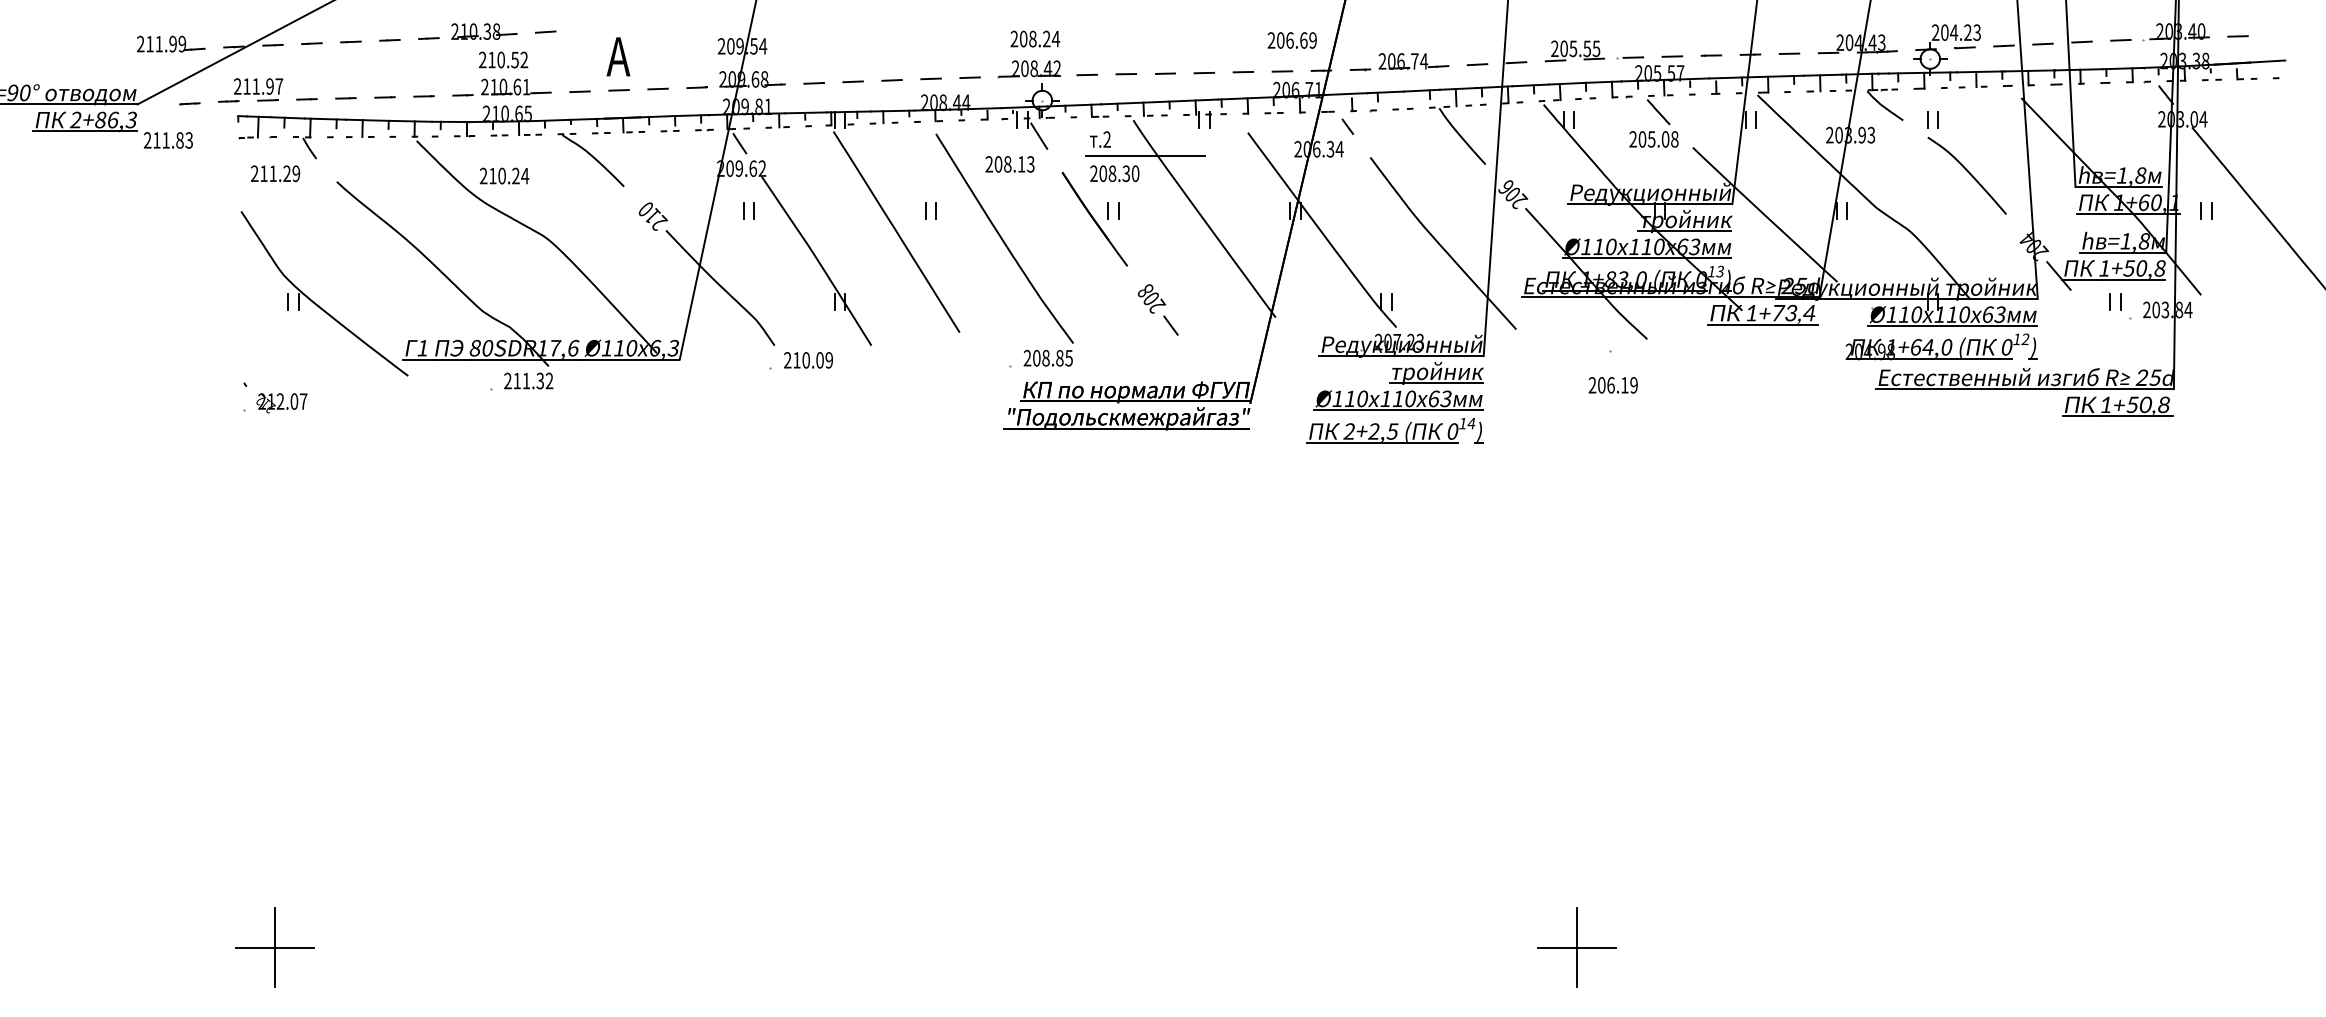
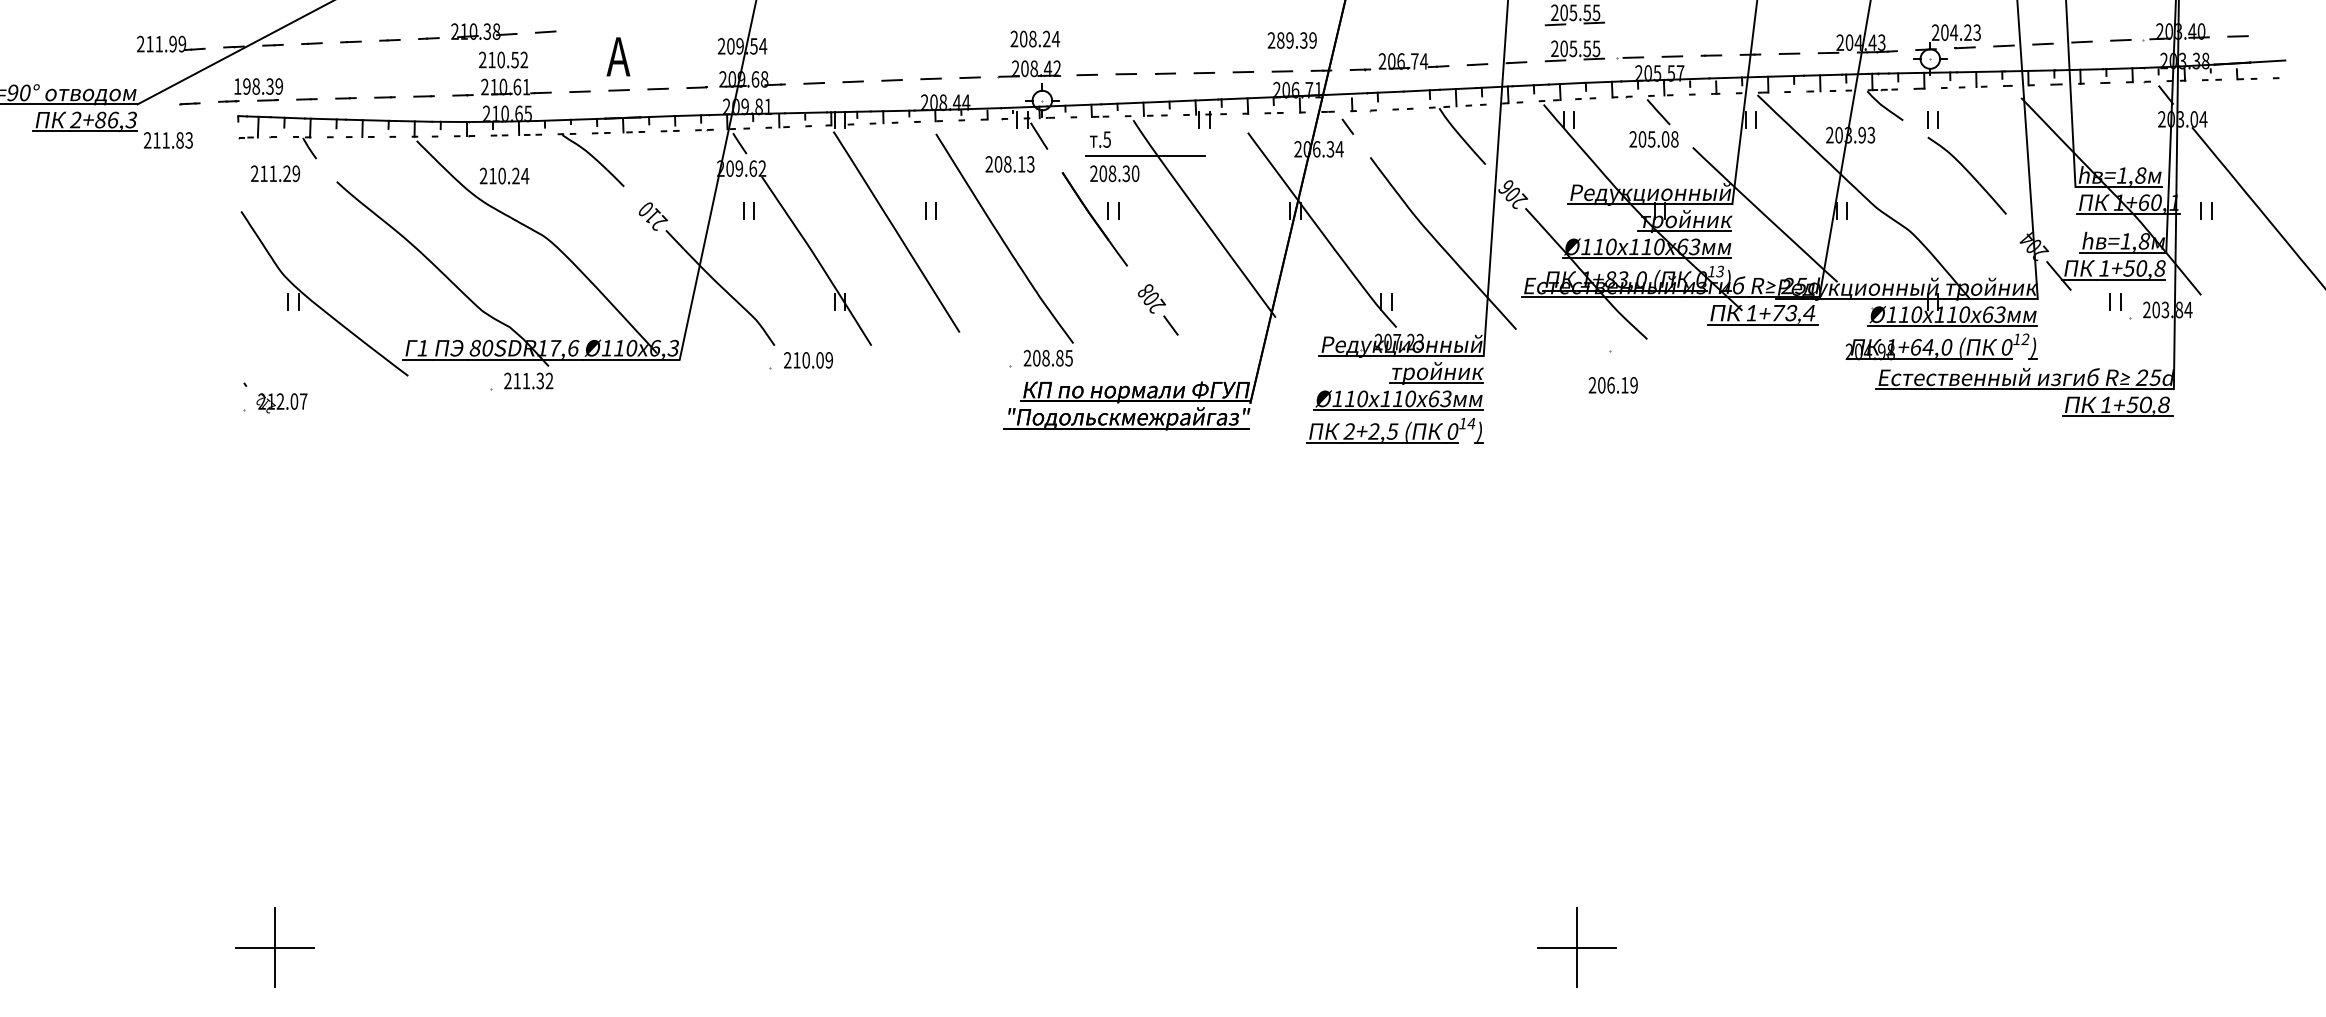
part at (1574, 15): none -> present
text at (1292, 40): 206.69 -> 289.39
text at (258, 86): 211.97 -> 198.39
text at (1106, 139): .2 -> .5
